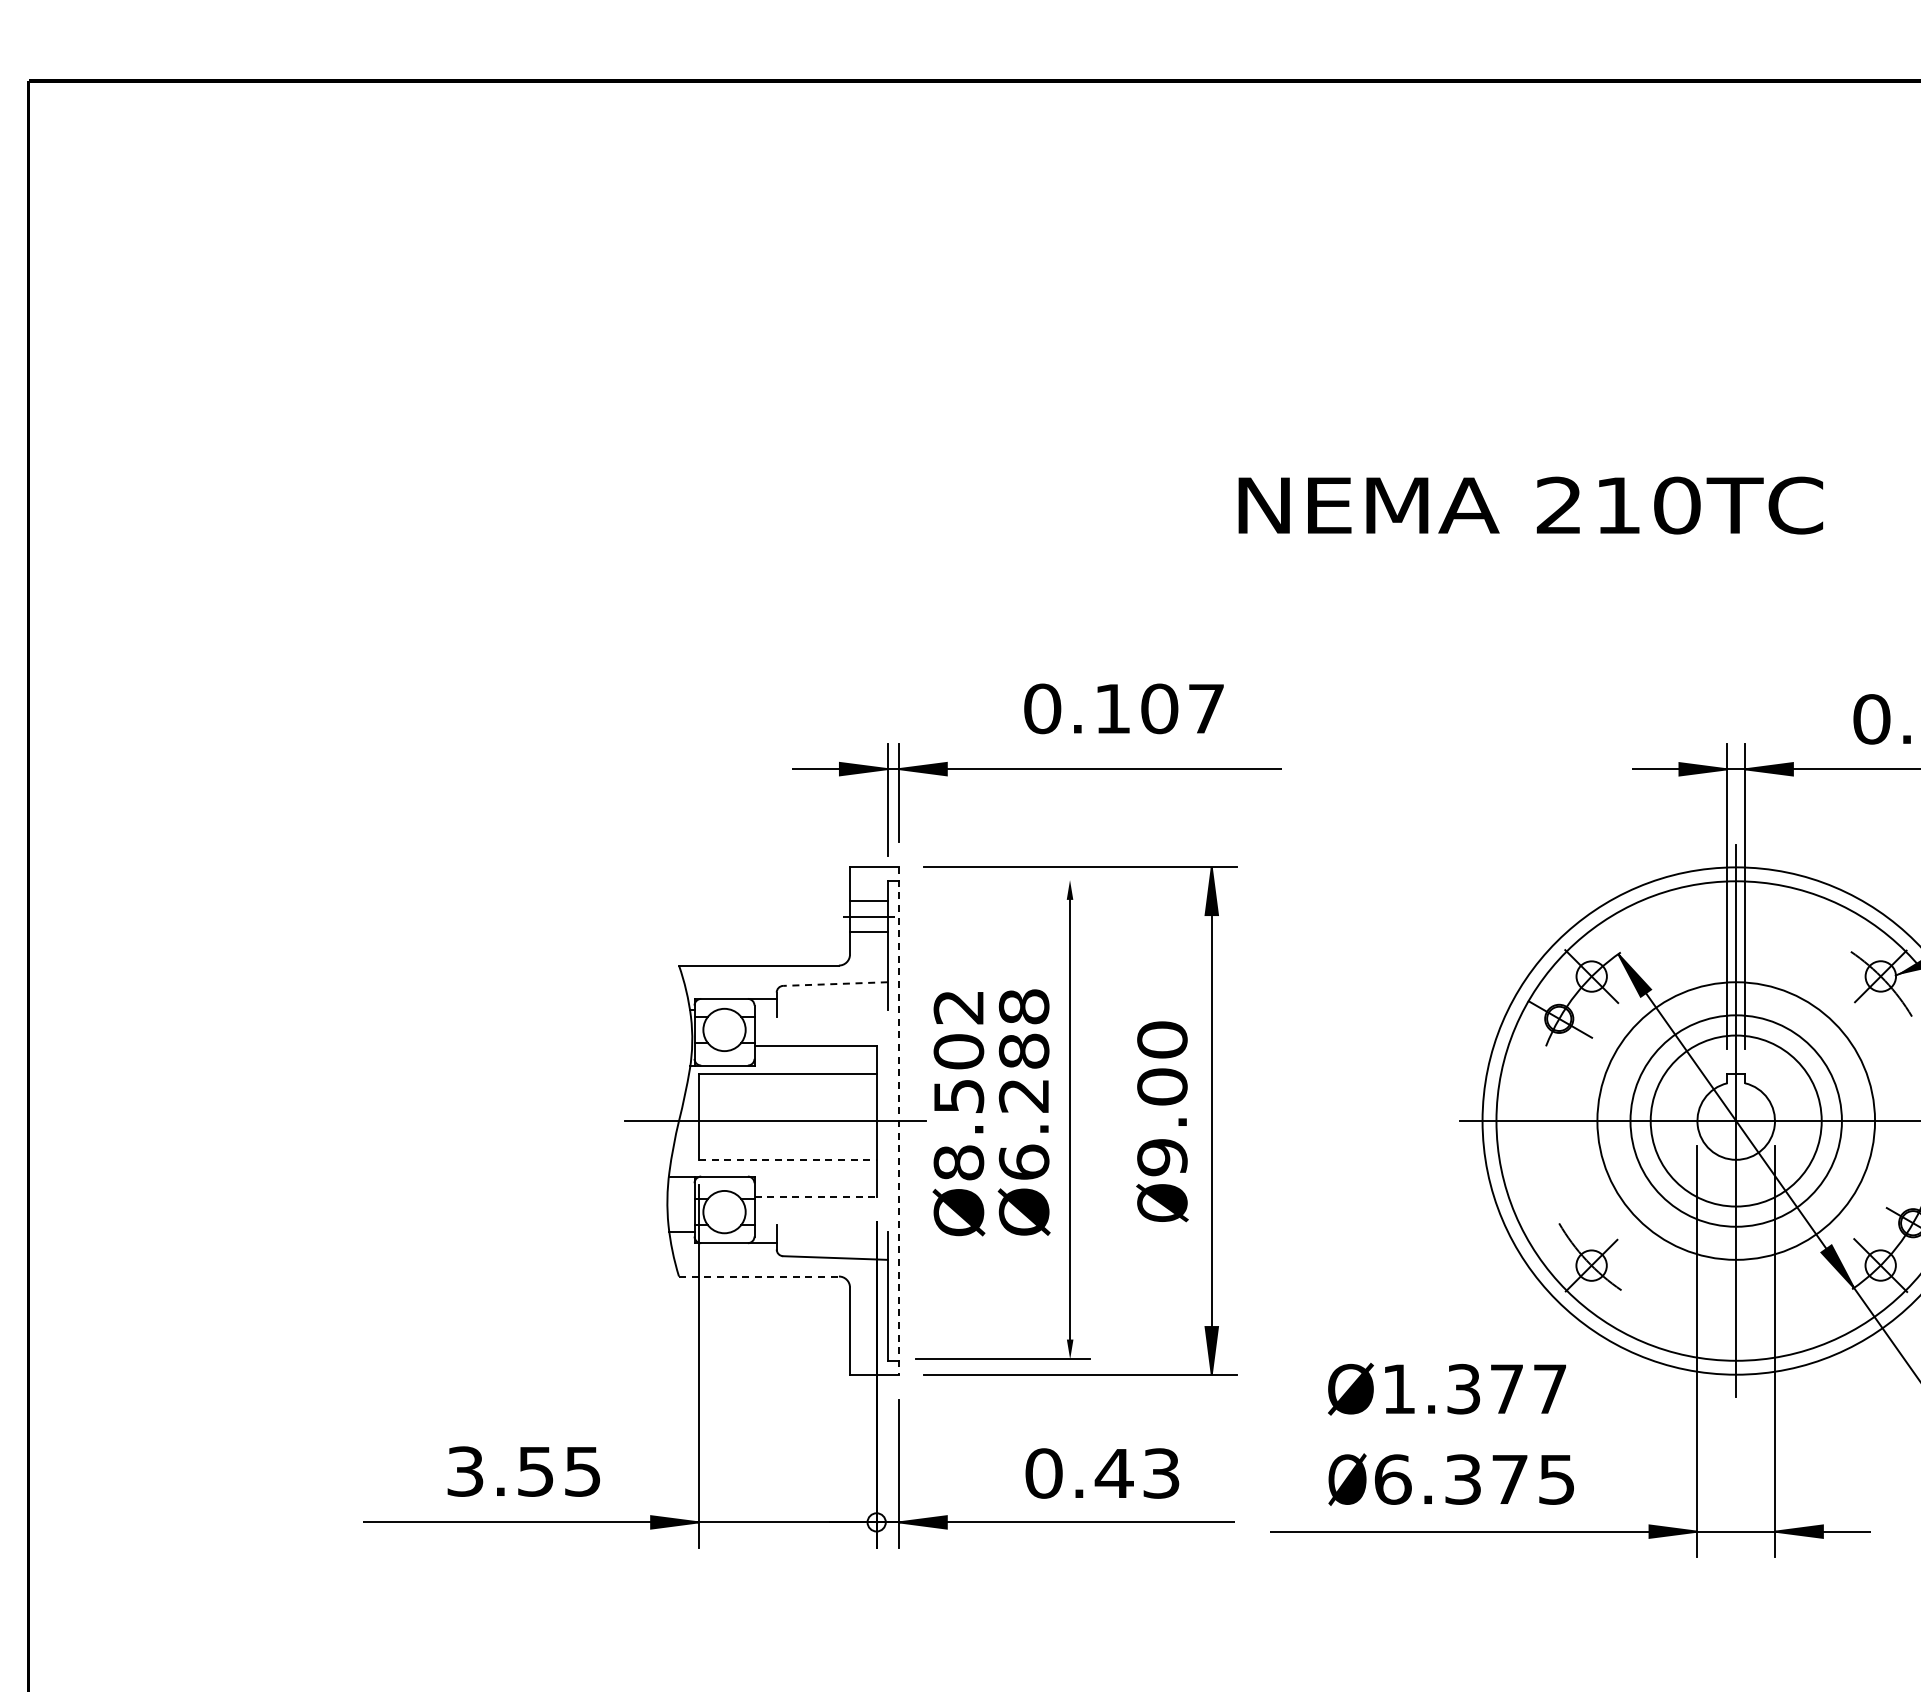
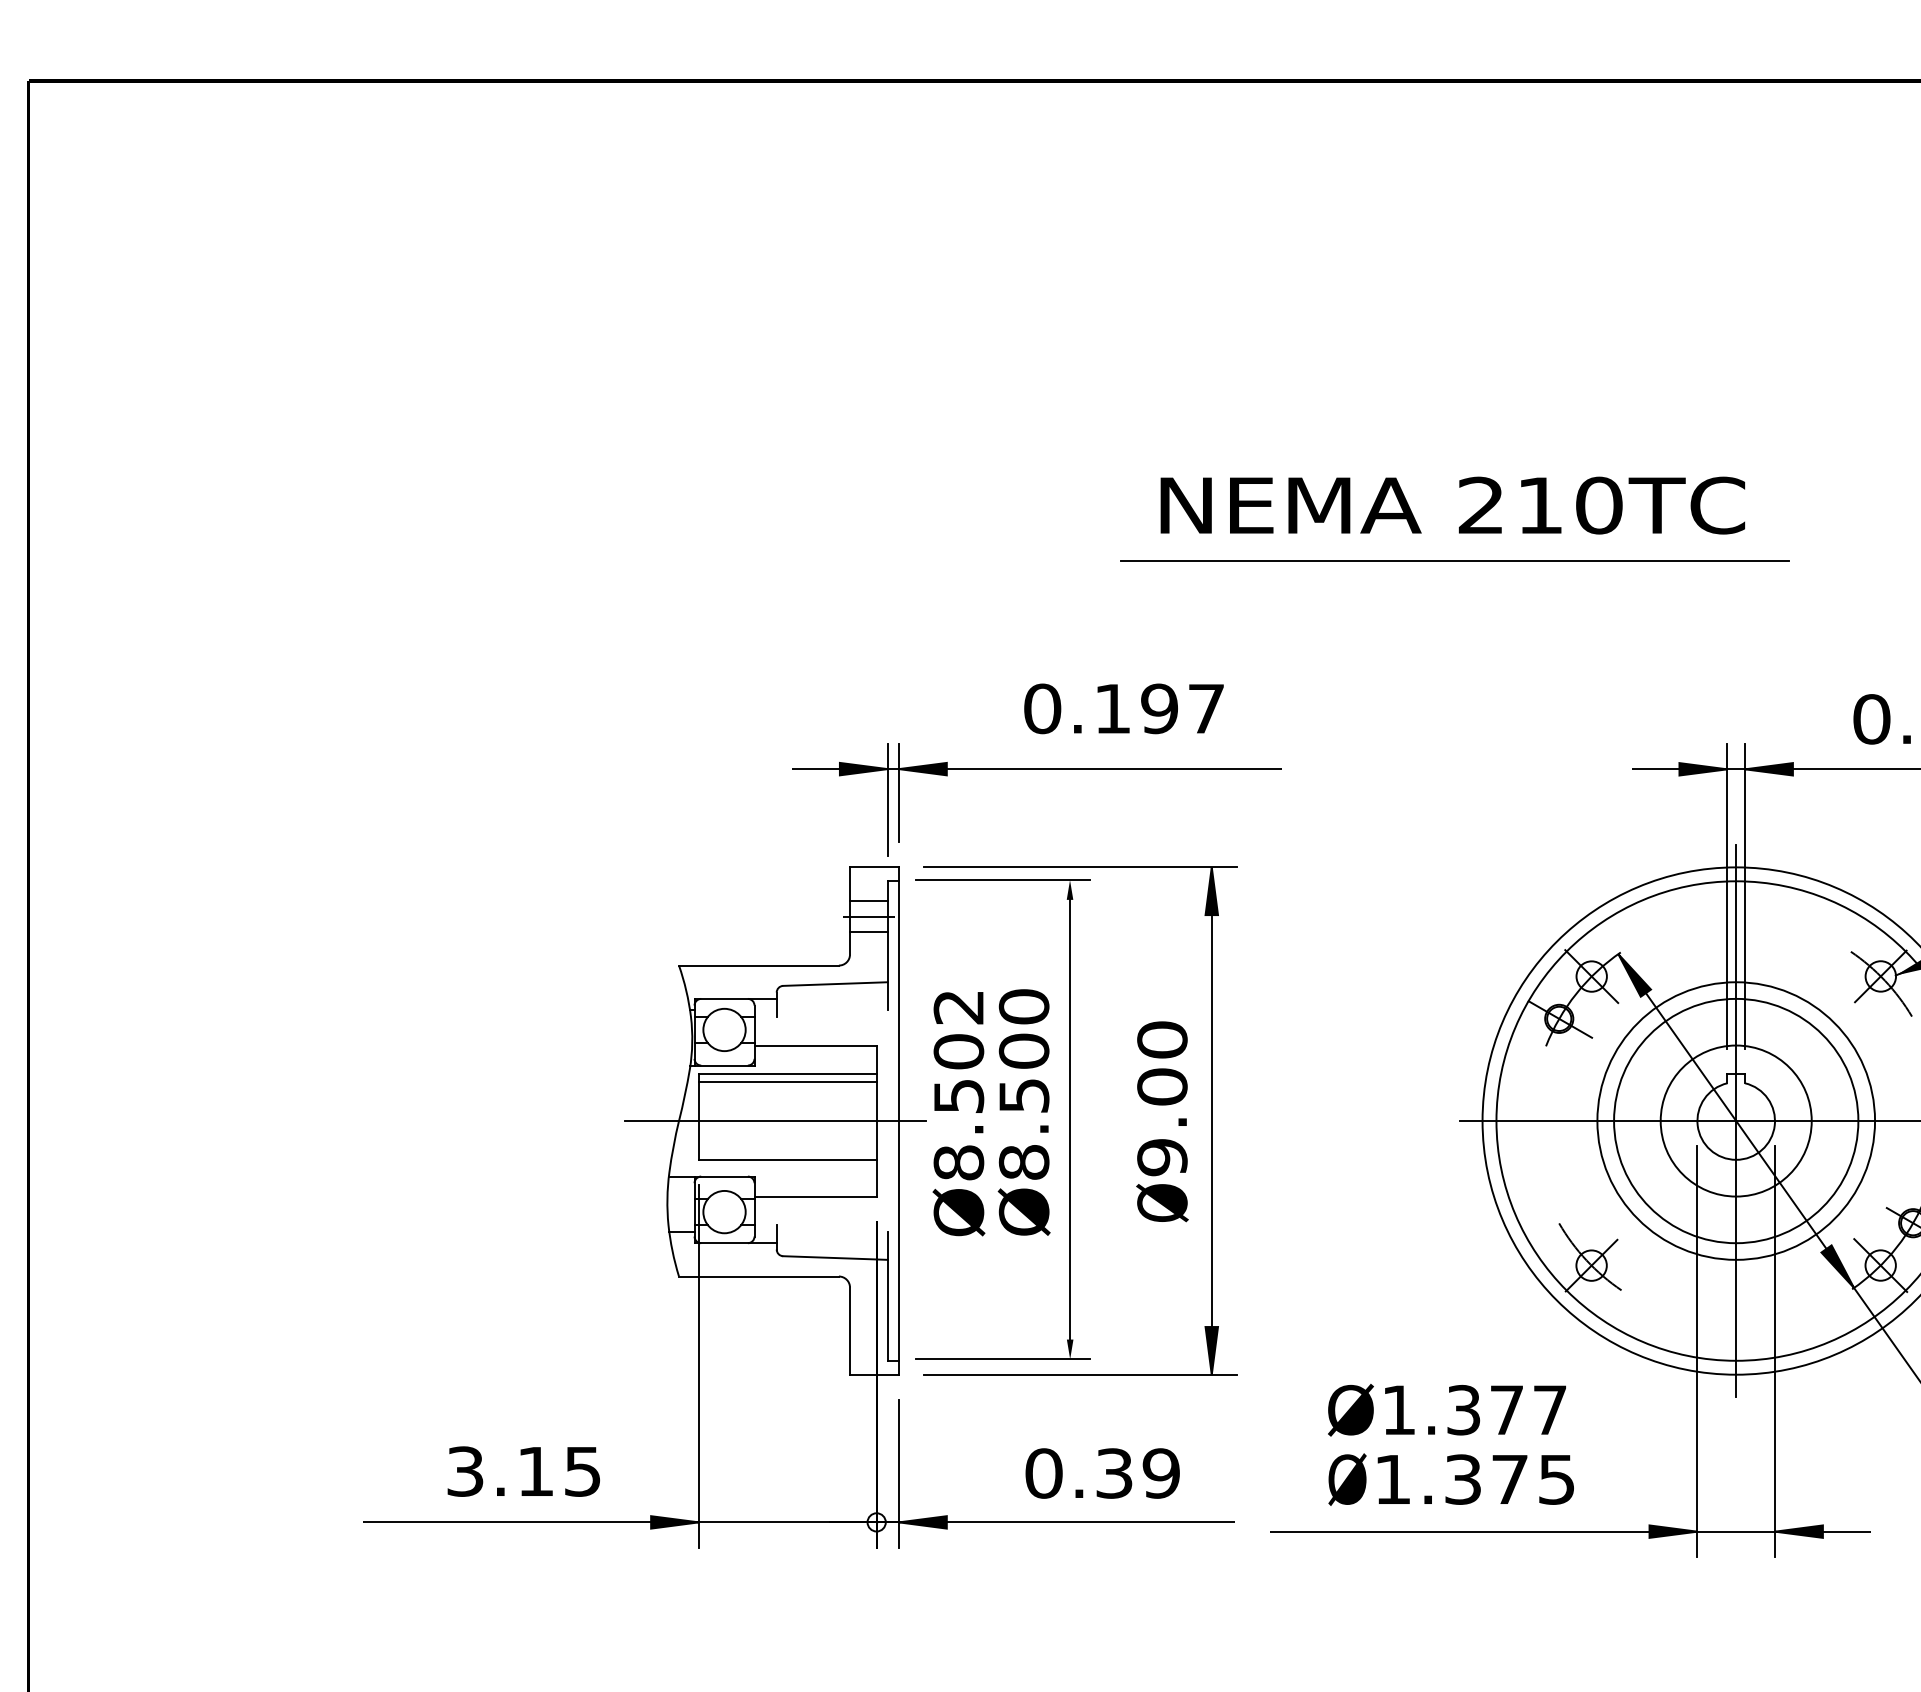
text at (1530, 505) position: (1530, 505) -> (1452, 505)
line at (1454, 561): none -> present
text at (1159, 708): 0.107 -> 0.197
line at (1002, 880): none -> present
line at (834, 984): dashed -> solid
line at (787, 1082): none -> present
text at (1023, 1084): Ø6.288 -> Ø8.500
circle at (1735, 1120) diameter: 171 px -> 244 px
circle at (1735, 1120) diameter: 211 px -> 151 px
line at (898, 1121): dashed -> solid
line at (787, 1159): dashed -> solid
line at (816, 1196): dashed -> solid
line at (758, 1276): dashed -> solid
text at (1446, 1389) position: (1446, 1389) -> (1446, 1410)
text at (535, 1471): 3.55 -> 3.15
text at (1136, 1473): 0.43 -> 0.39
text at (1392, 1479): 6.375 -> 1.375
